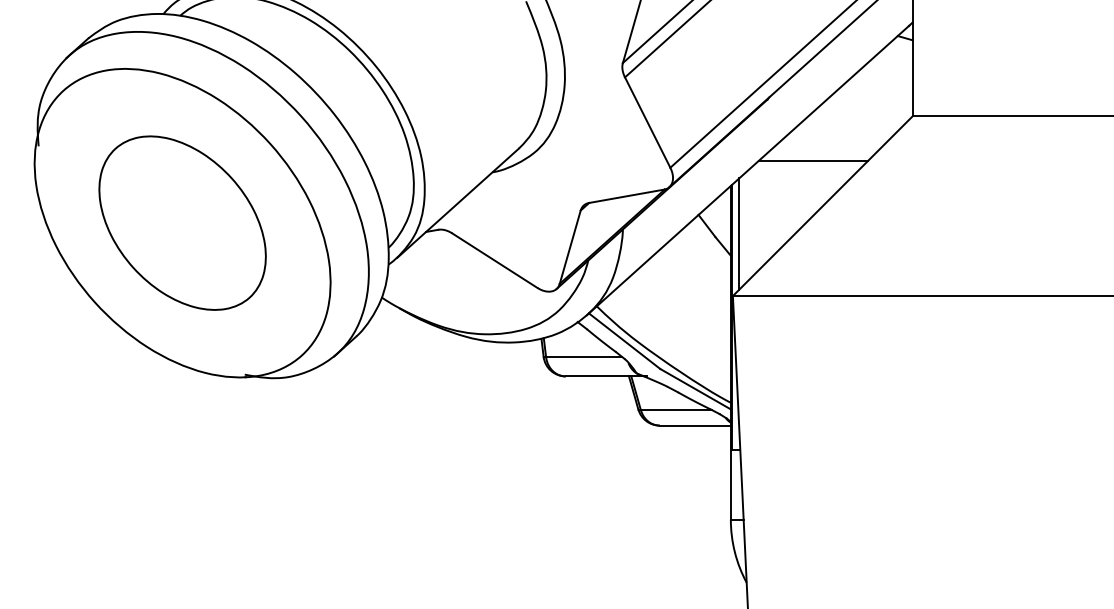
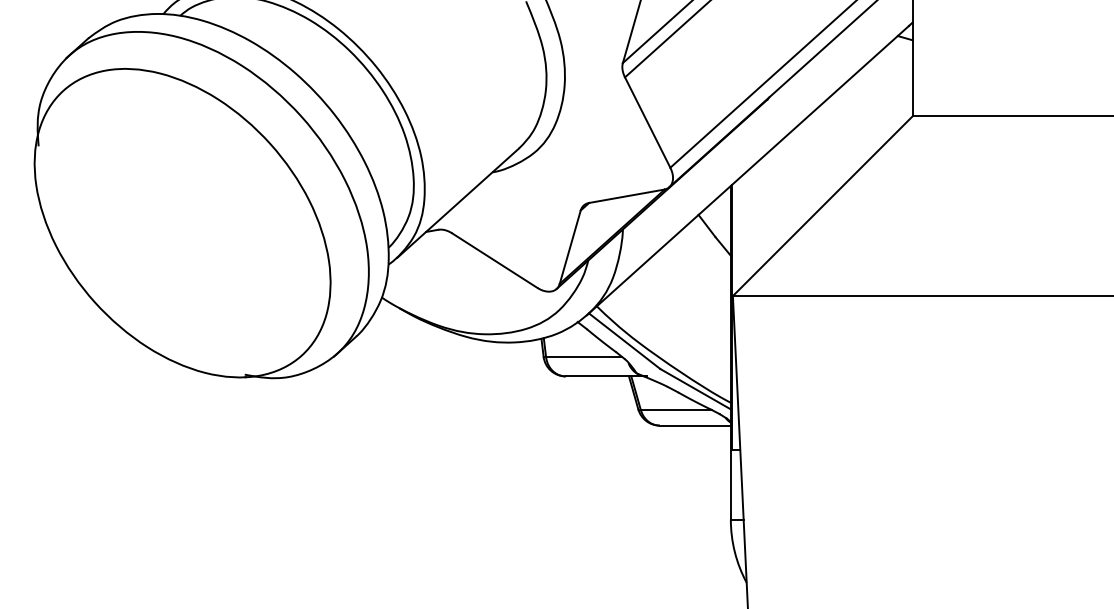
line at (813, 160): present -> none
part at (182, 222): present -> none
line at (739, 233): present -> none
